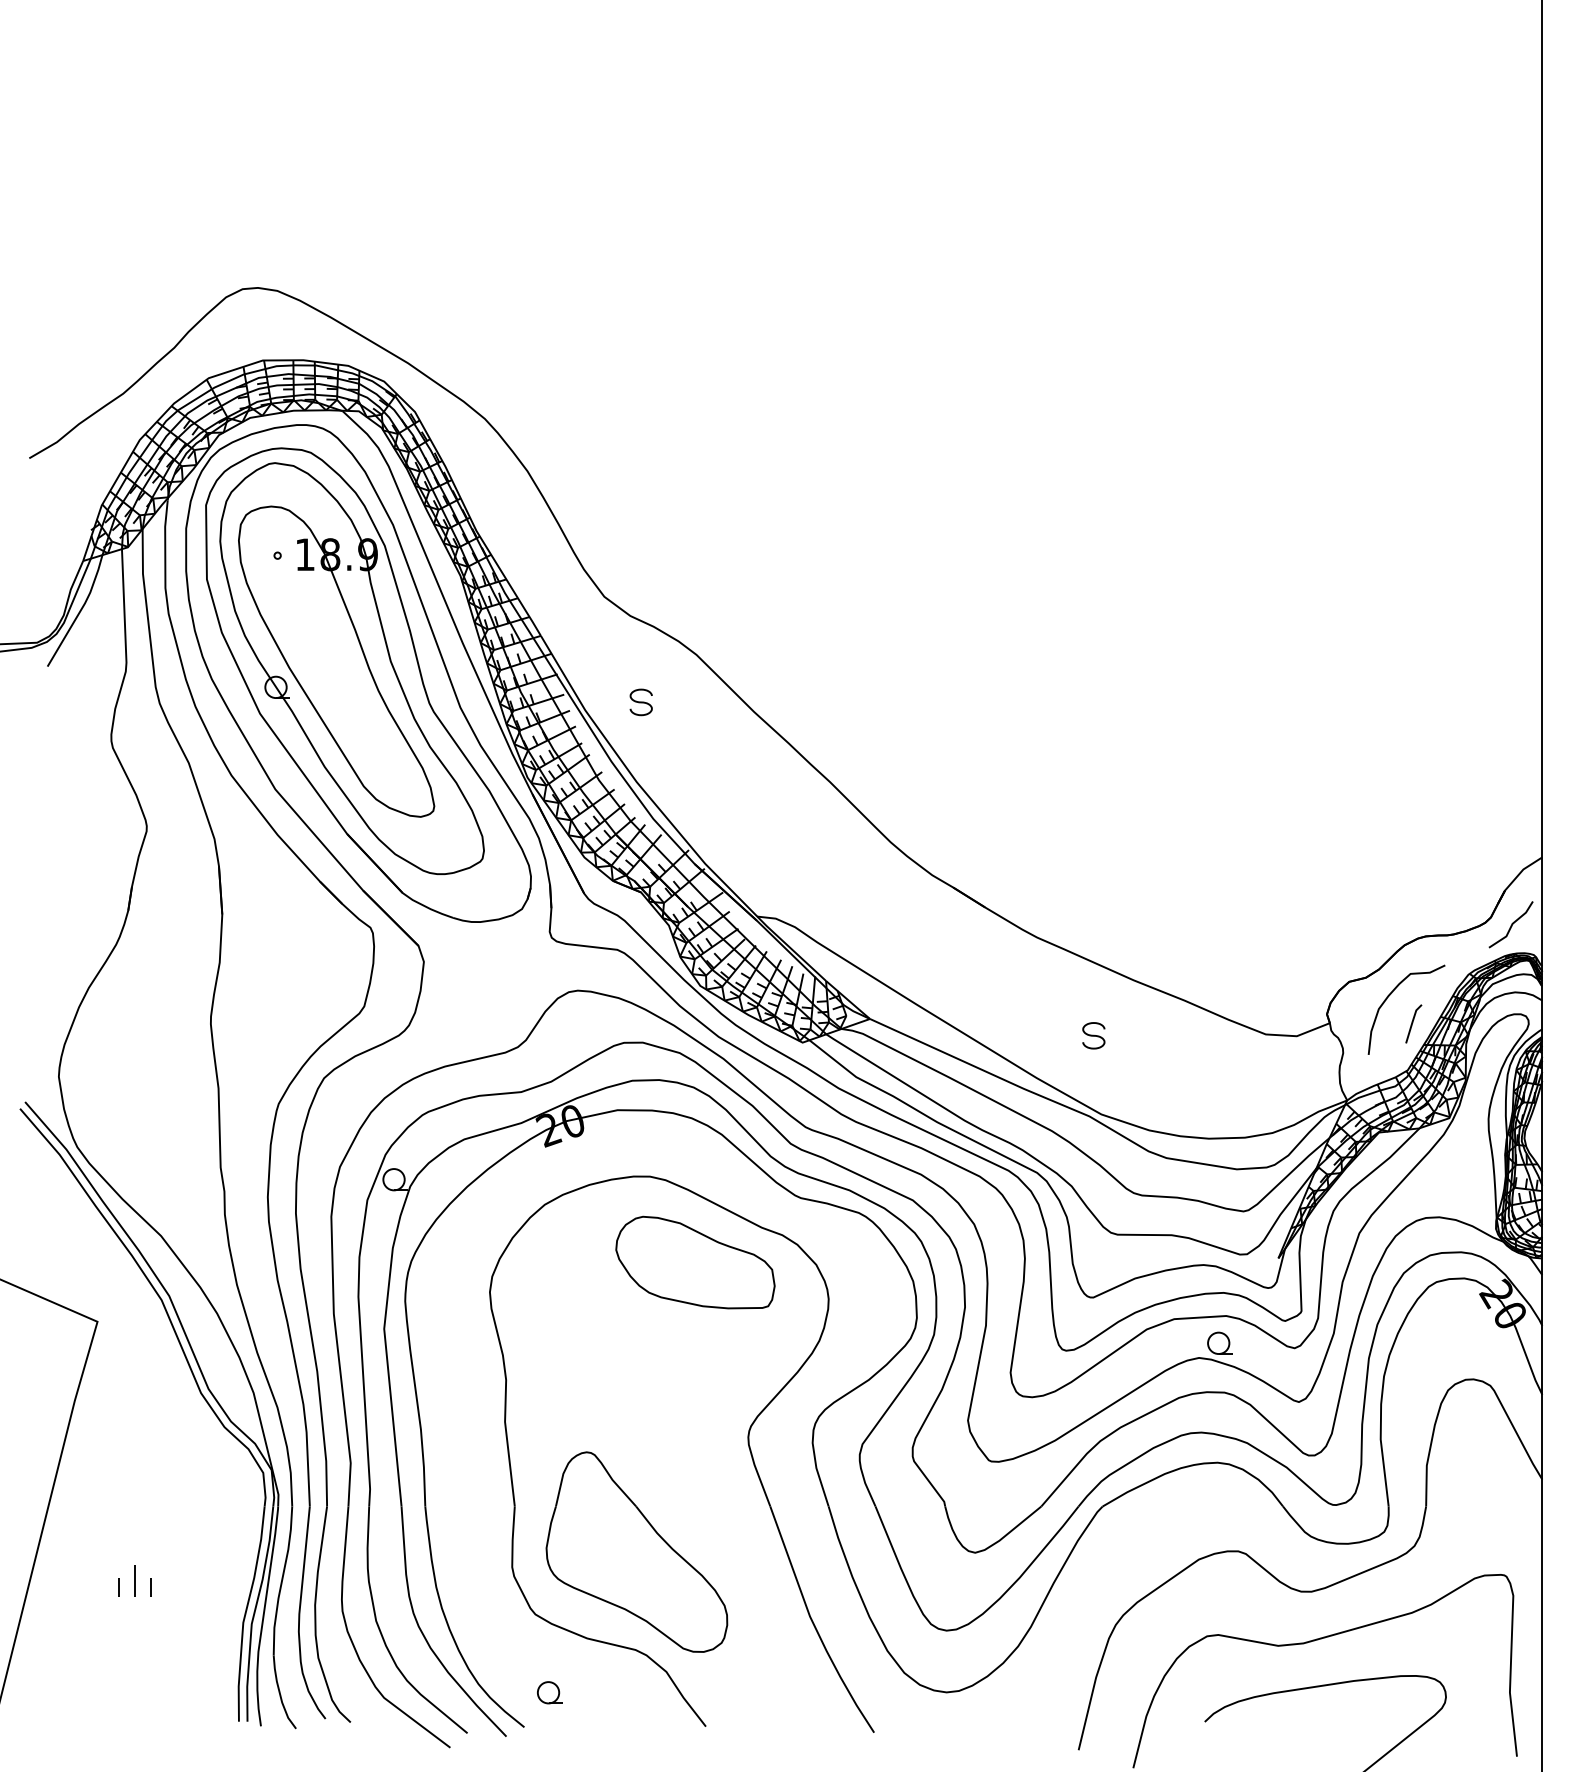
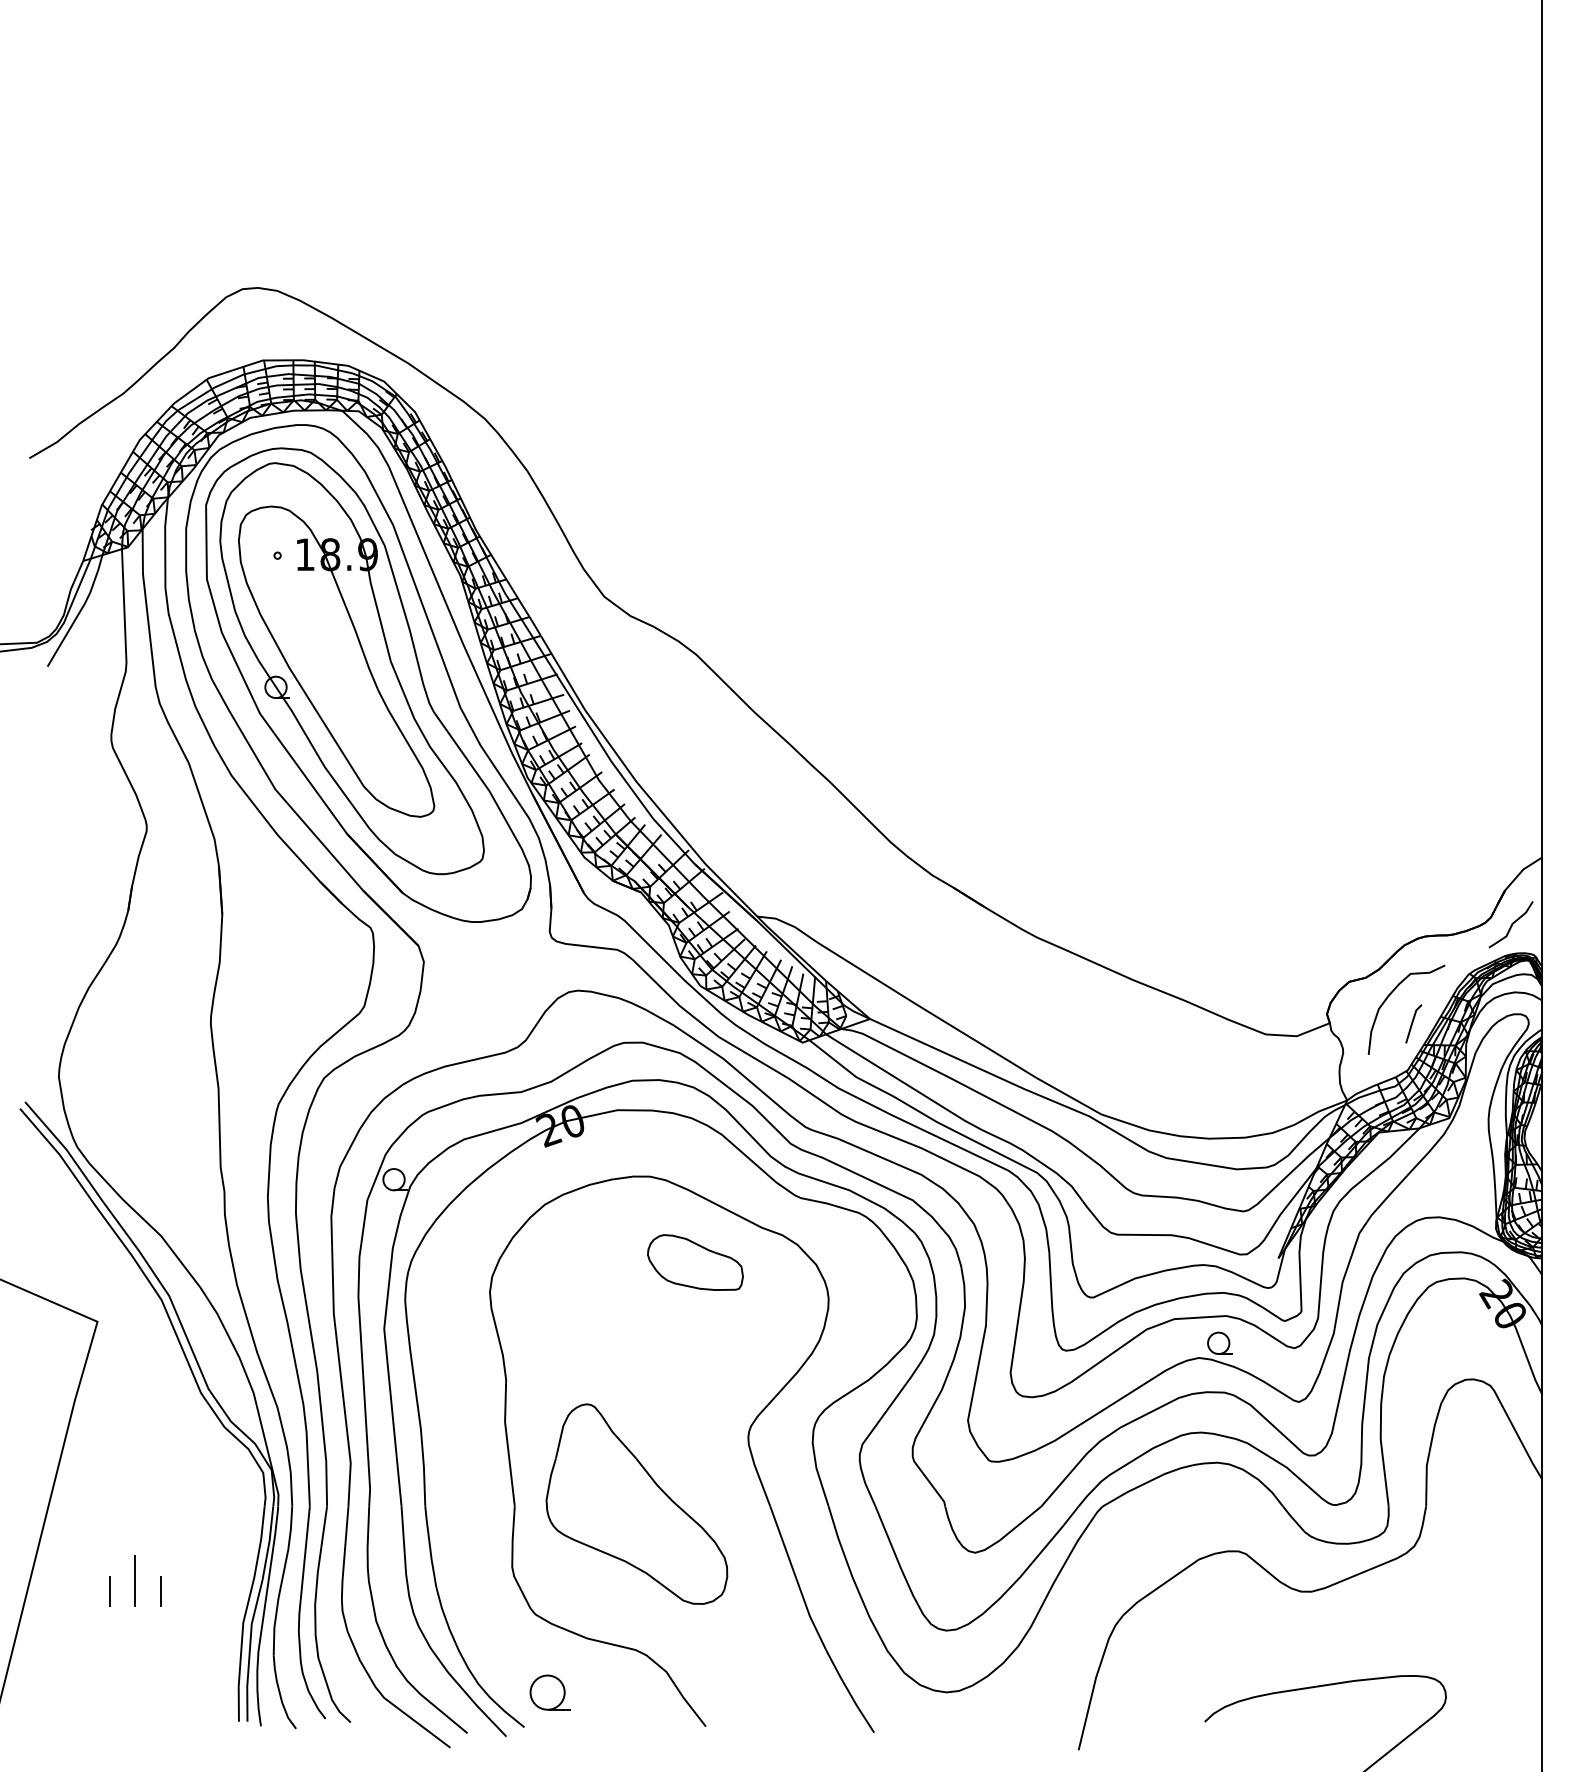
part at (640, 702): present -> none
part at (1093, 1035): present -> none
part at (695, 1262) size: 161x95 px -> 97x57 px
part at (636, 1551) position: (636, 1551) -> (636, 1503)
part at (134, 1580) size: 34x32 px -> 53x52 px
curve at (1318, 1640): present -> none
part at (549, 1692) size: 26x24 px -> 42x37 px
